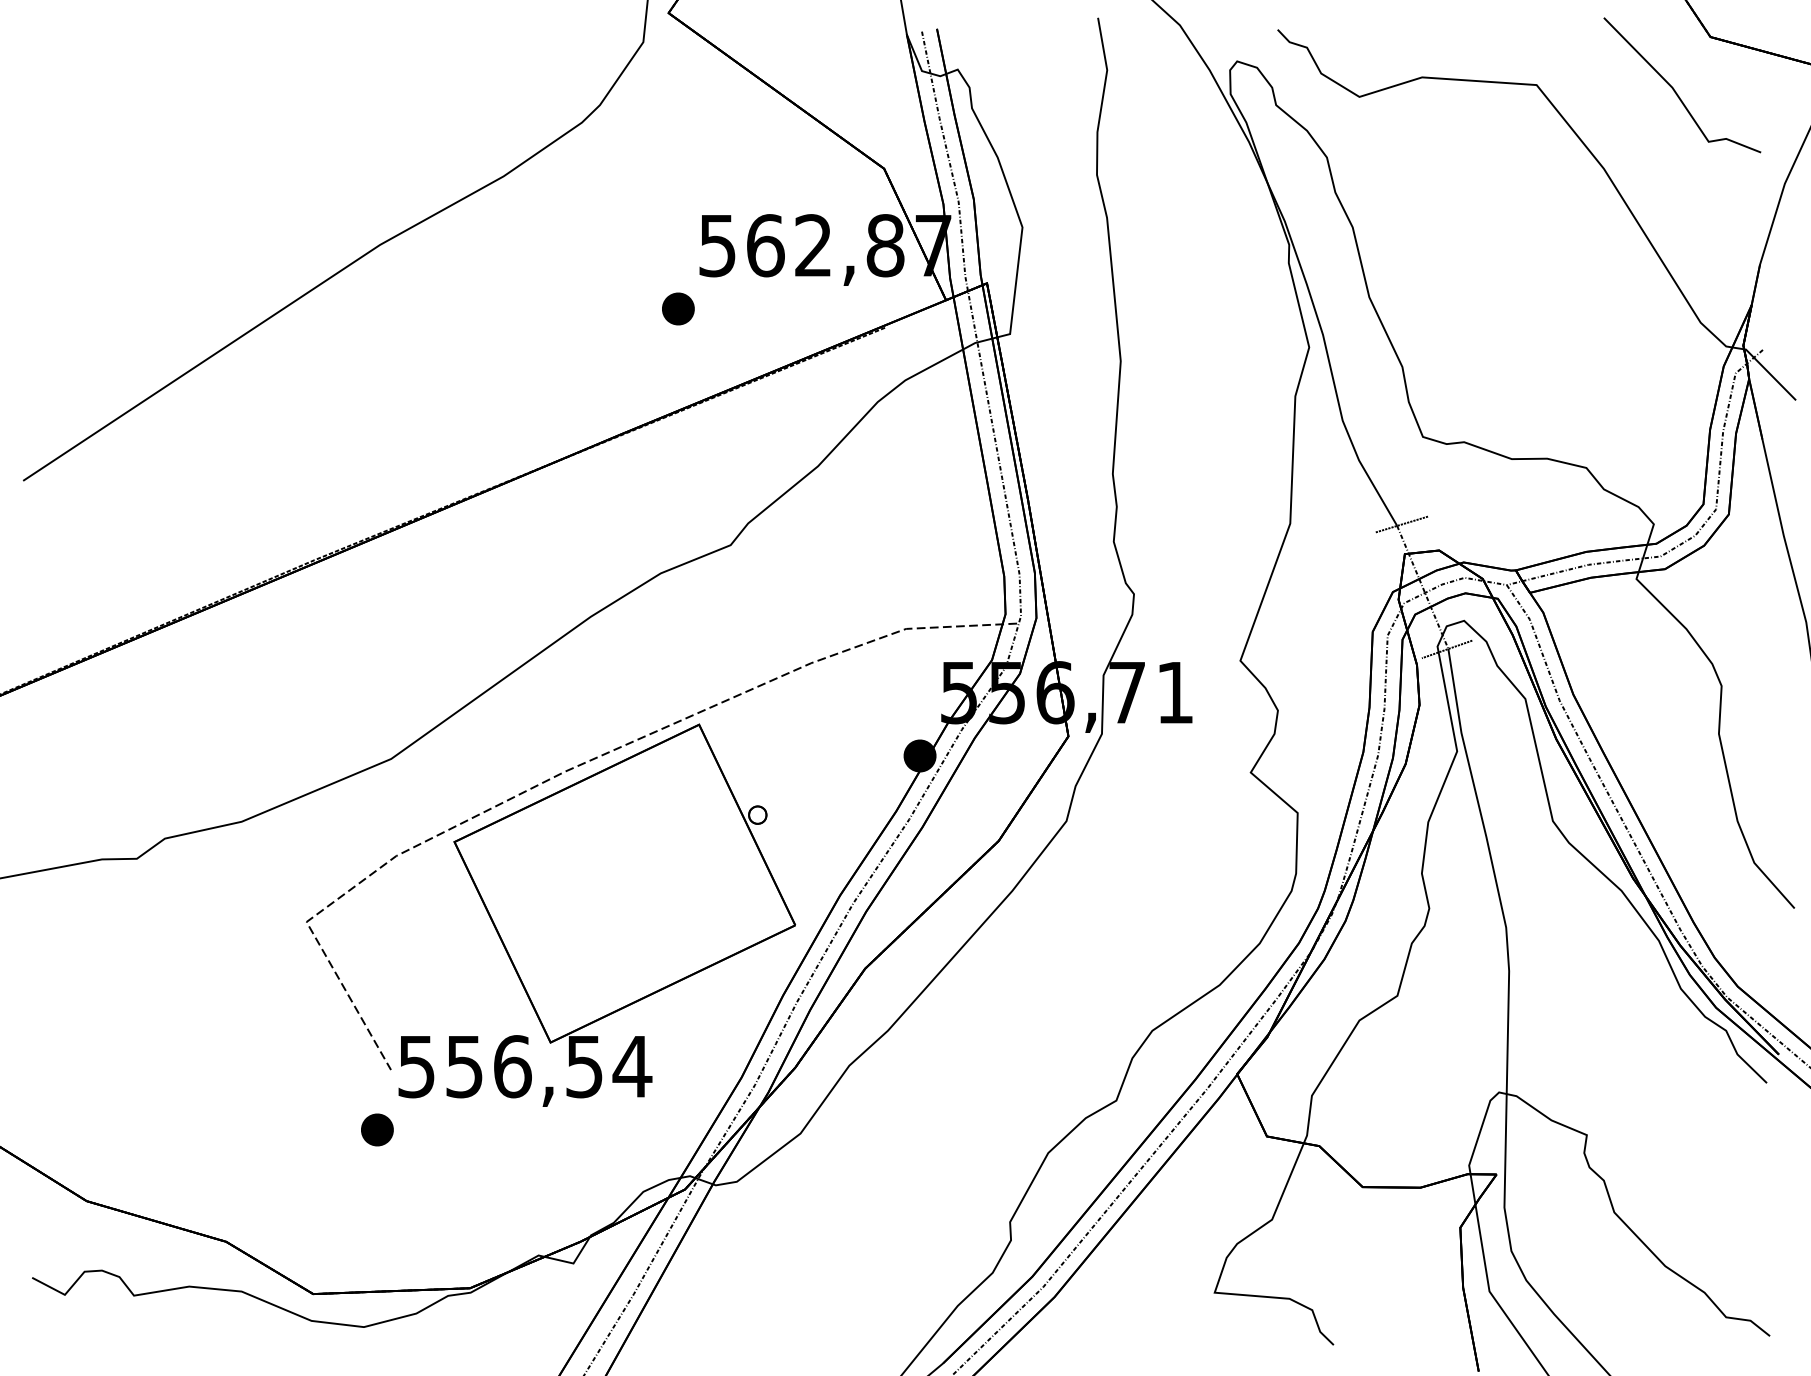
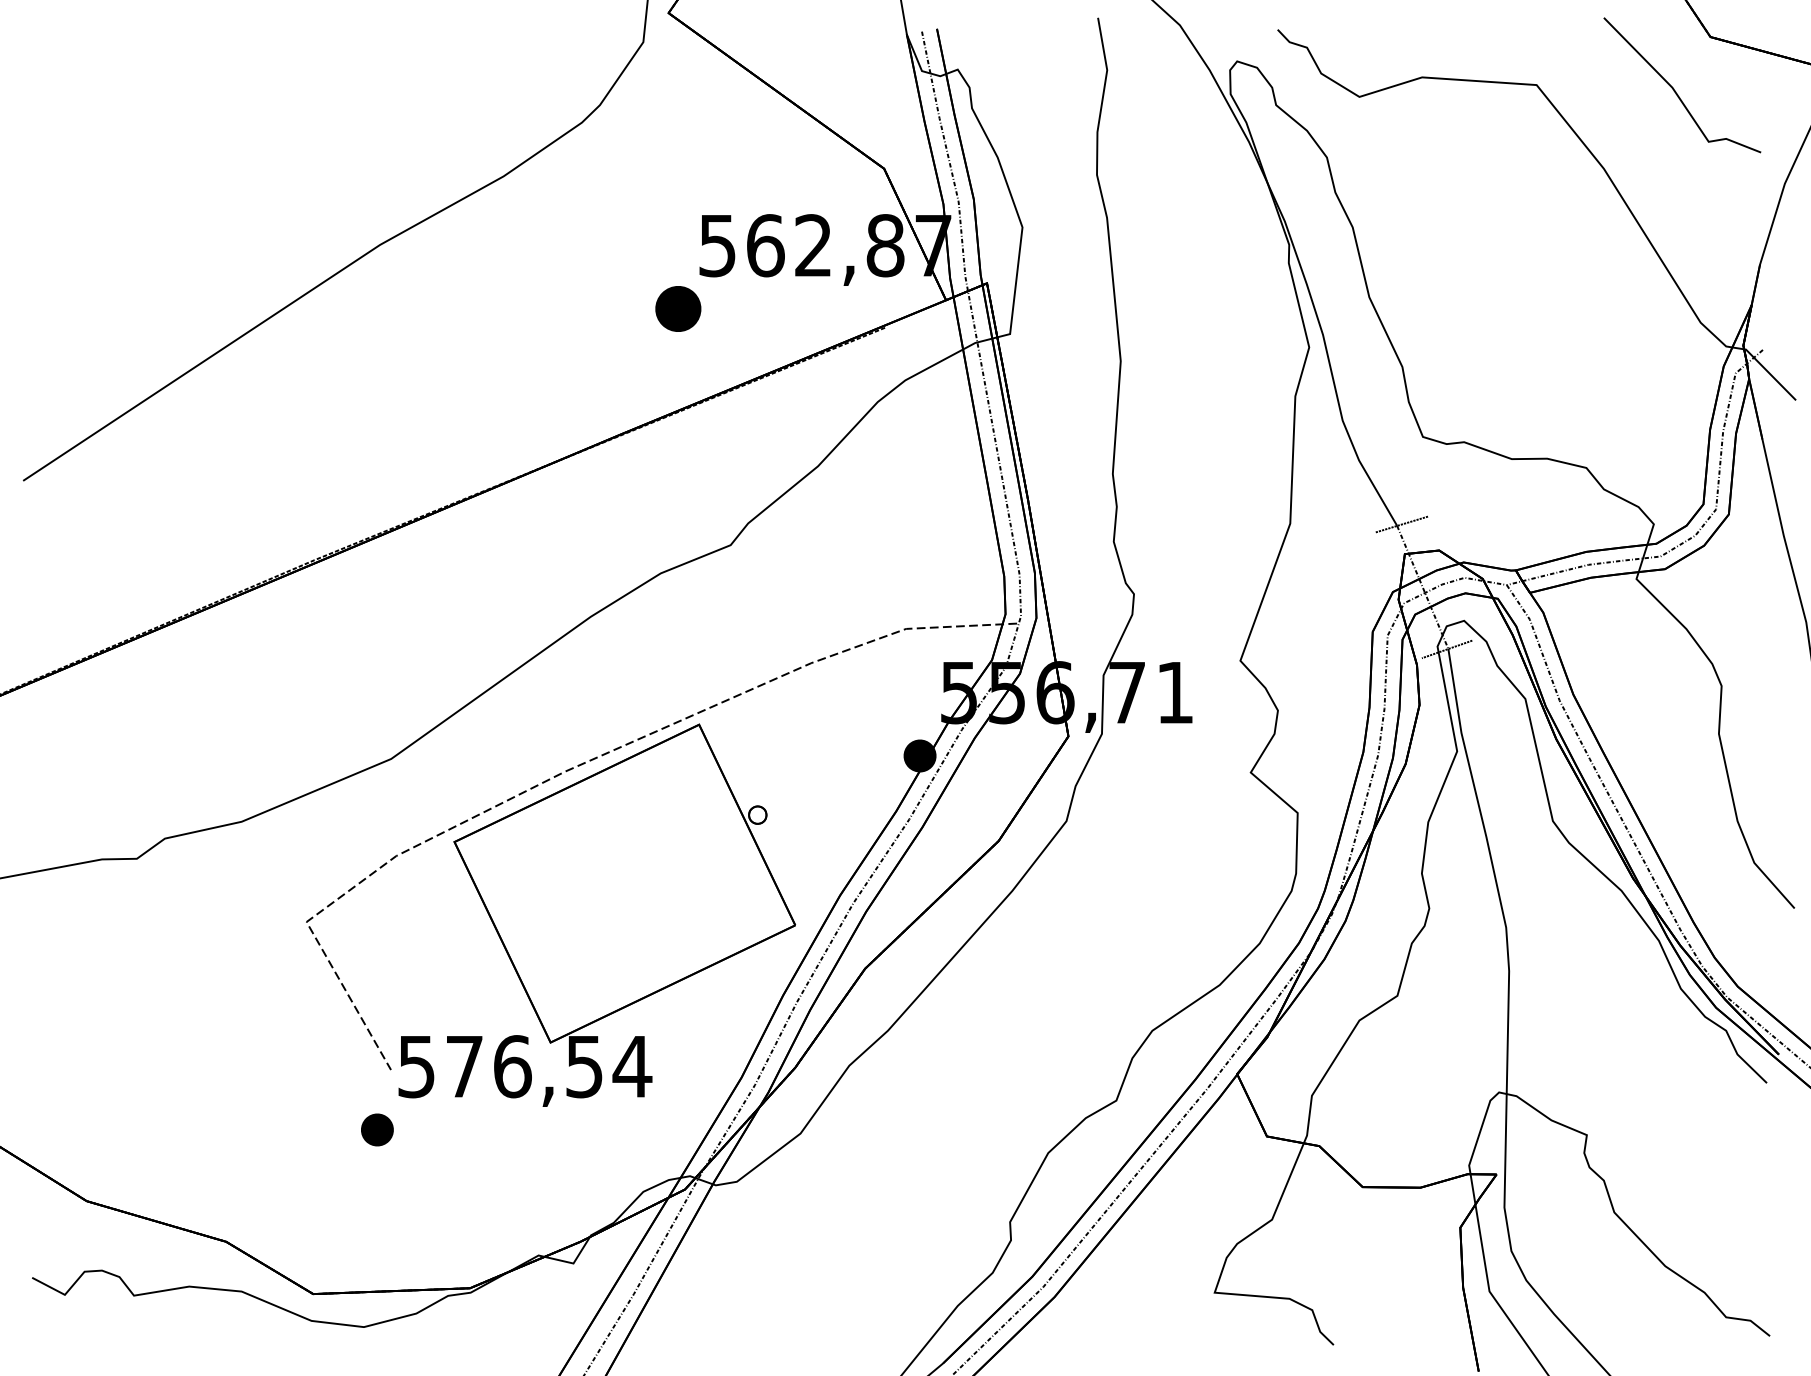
part at (678, 308) size: 33x34 px -> 47x46 px
text at (464, 1067): 556,54 -> 576,54
